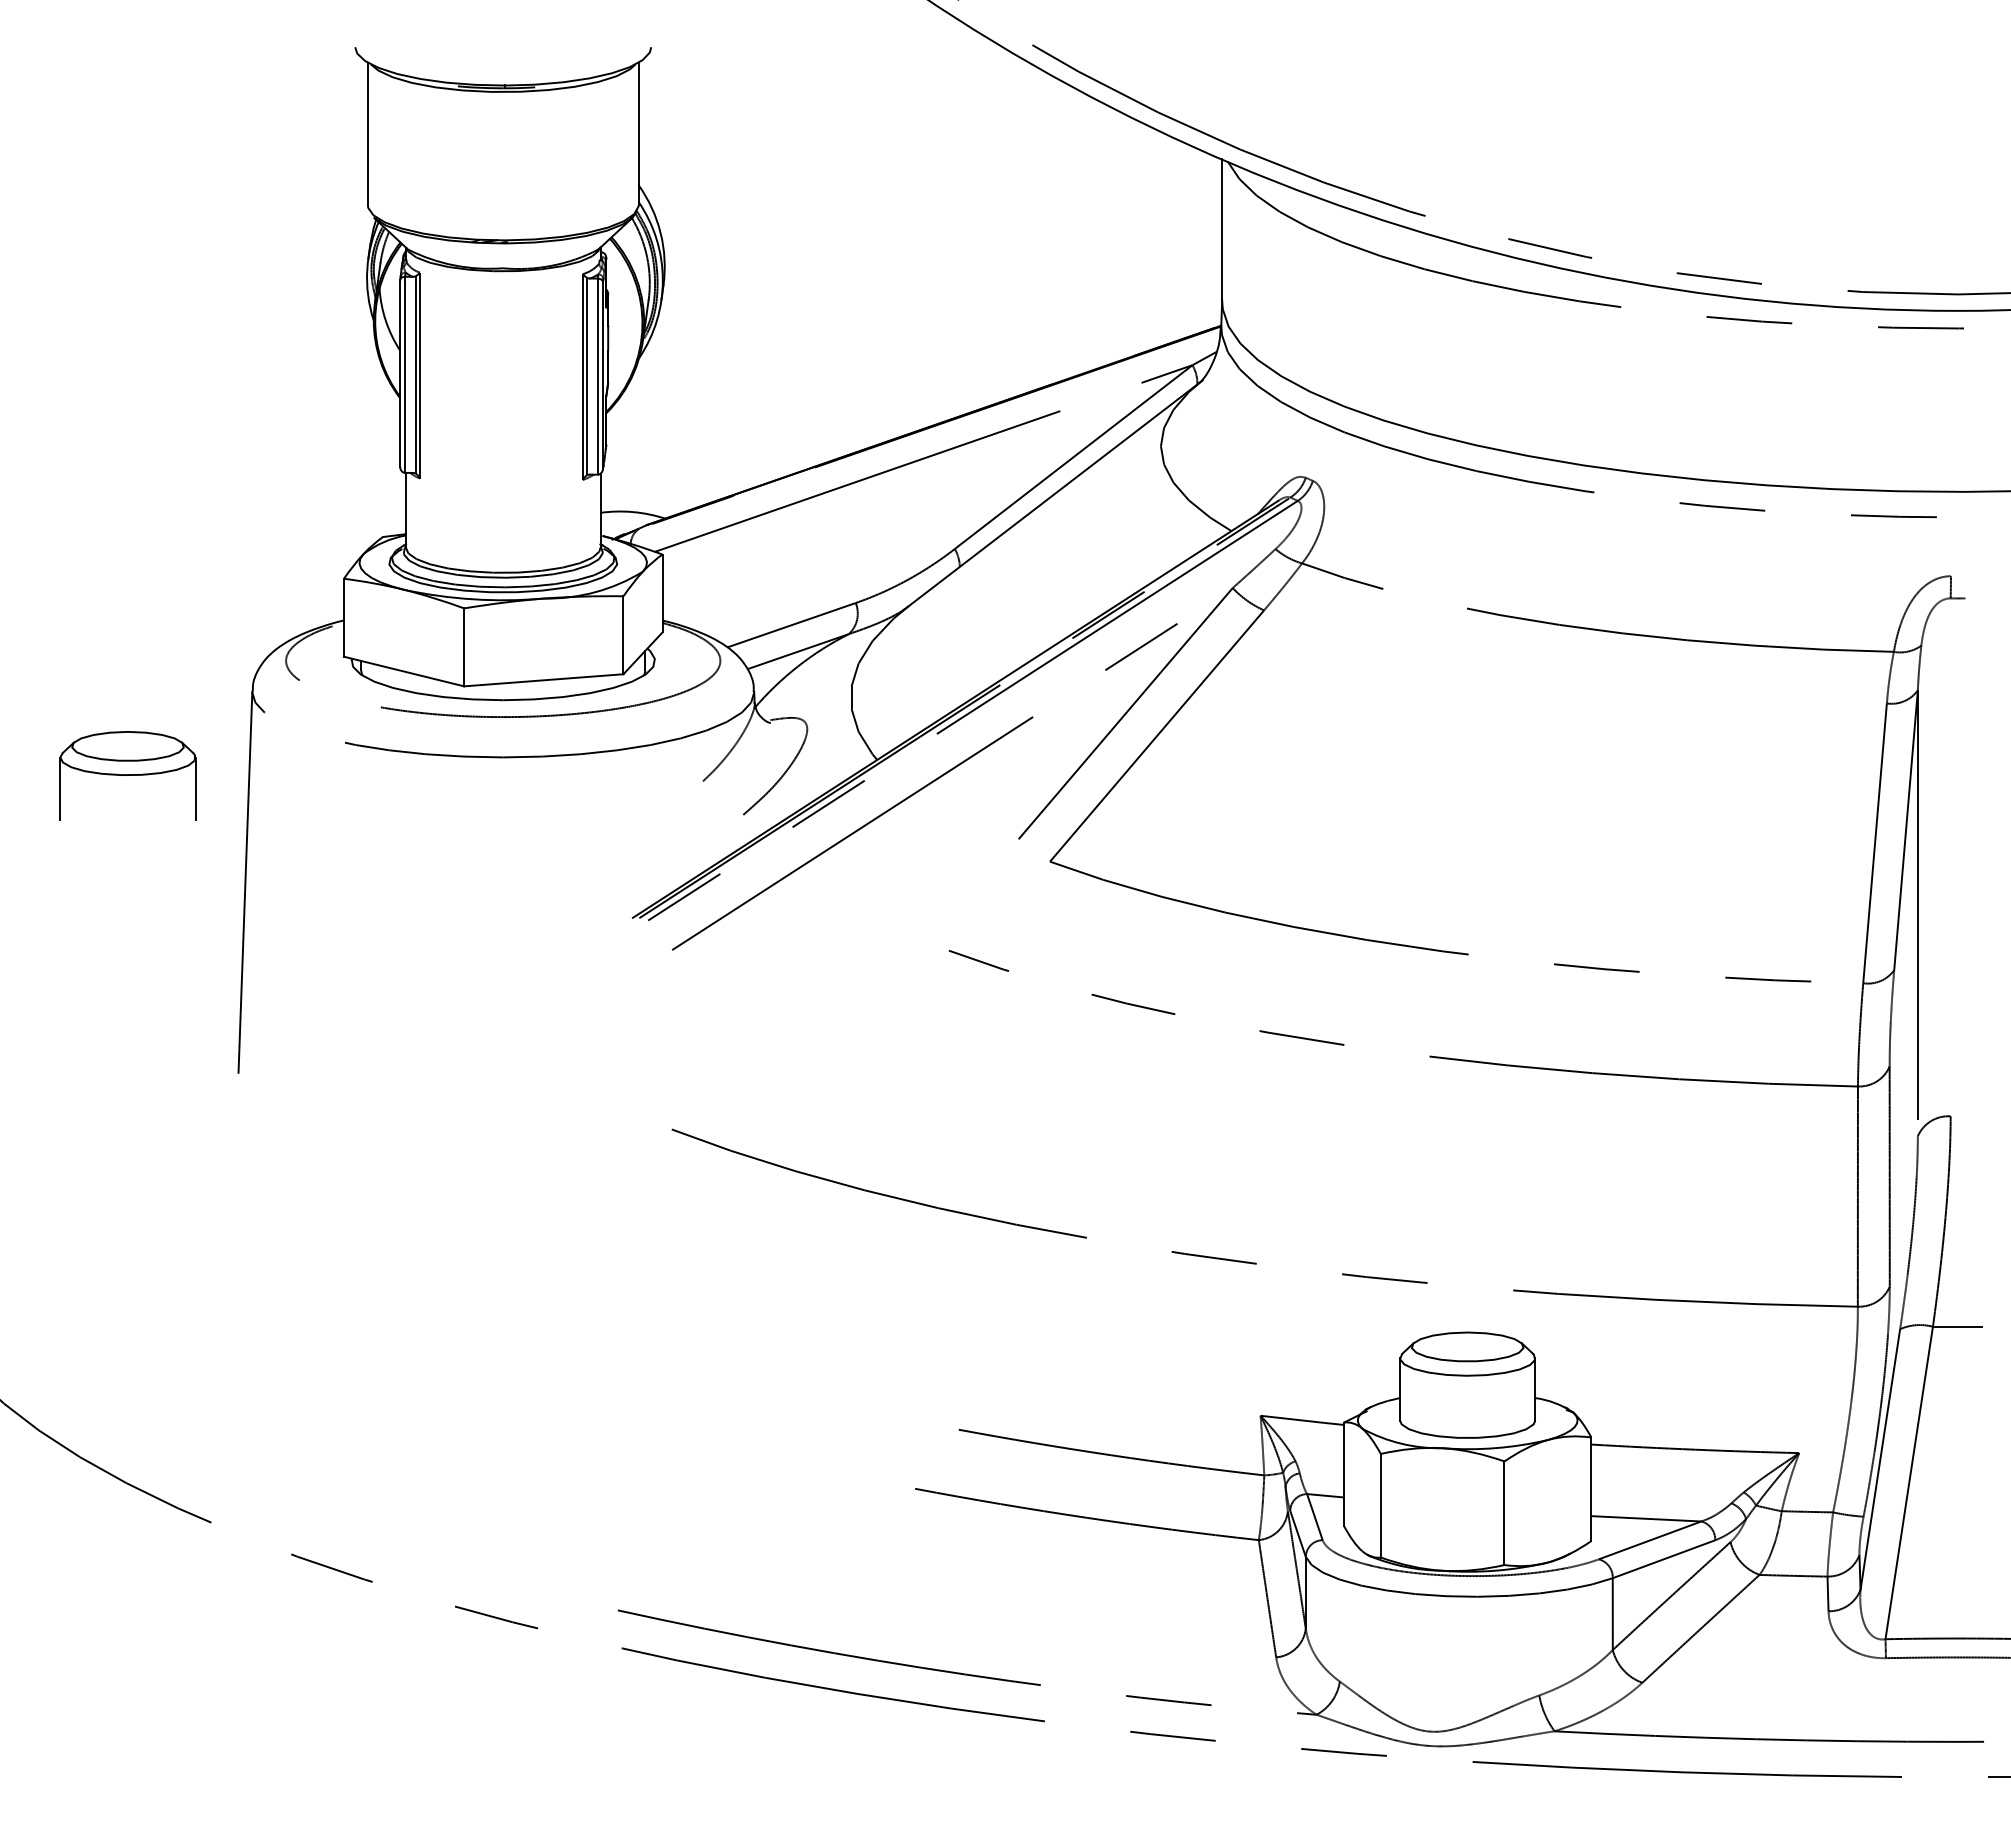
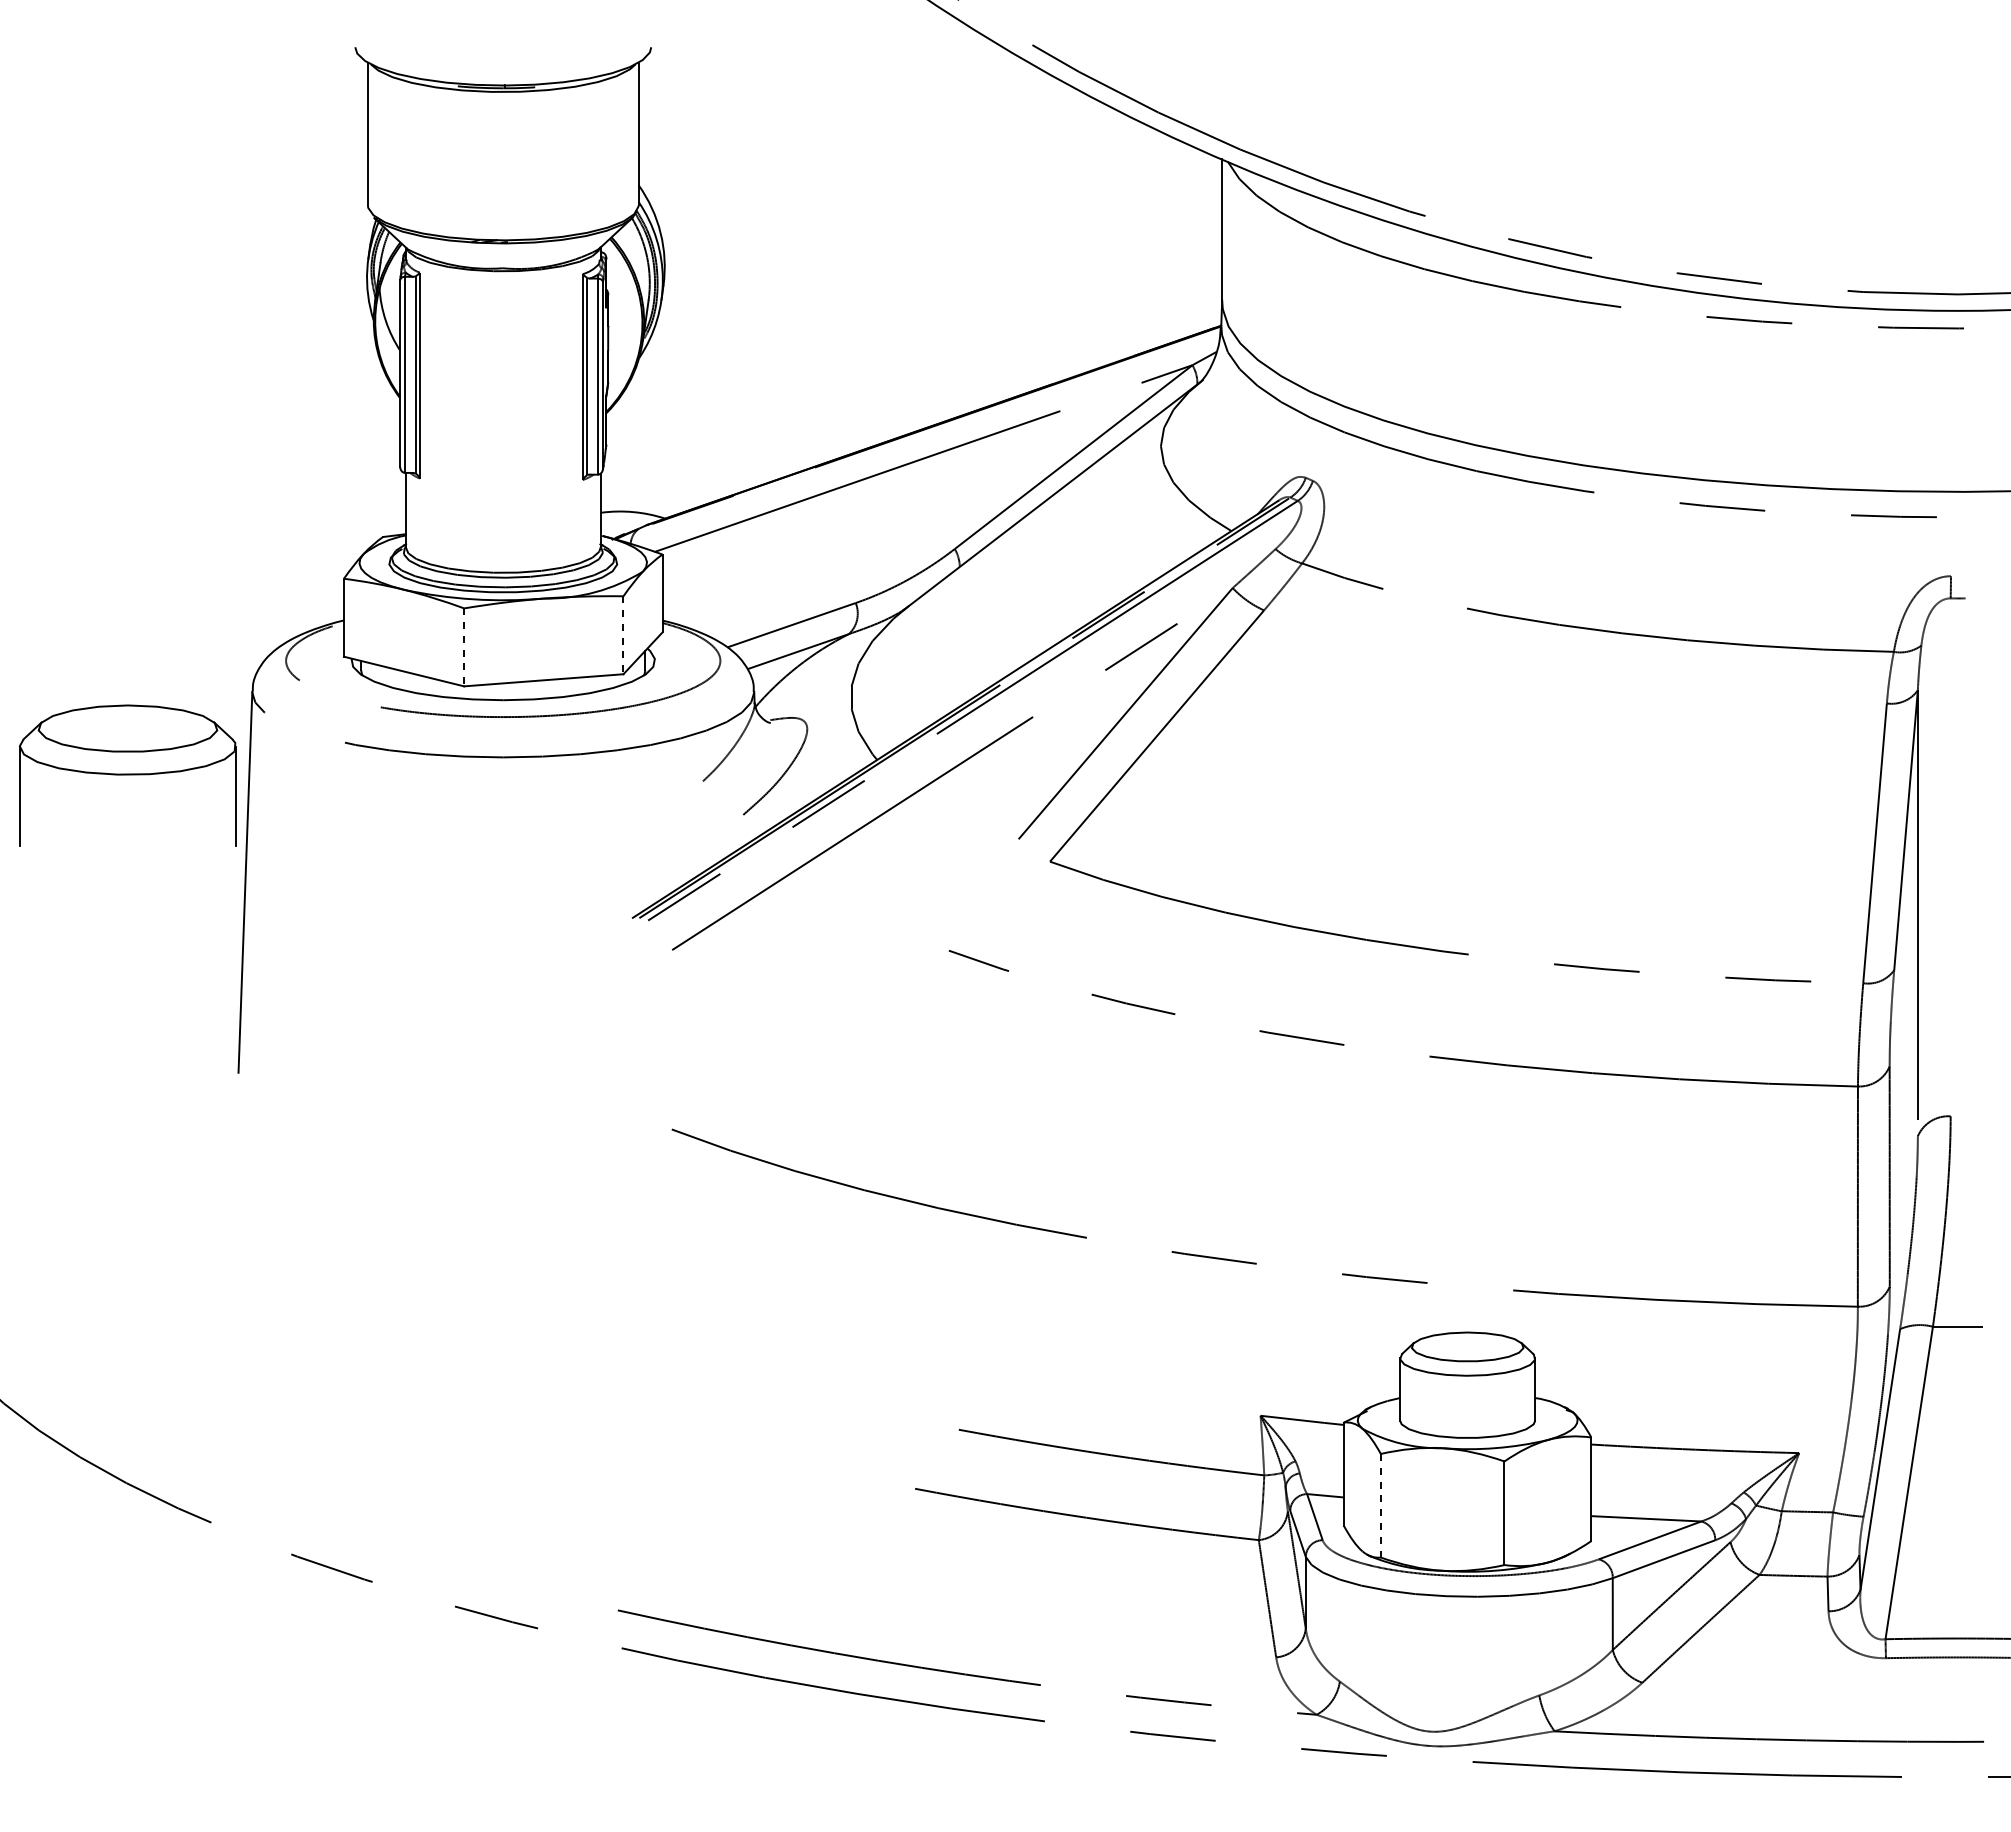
line at (623, 635): solid -> dashed
line at (464, 647): solid -> dashed
part at (127, 775) size: 138x90 px -> 219x143 px
line at (1380, 1505): solid -> dashed
